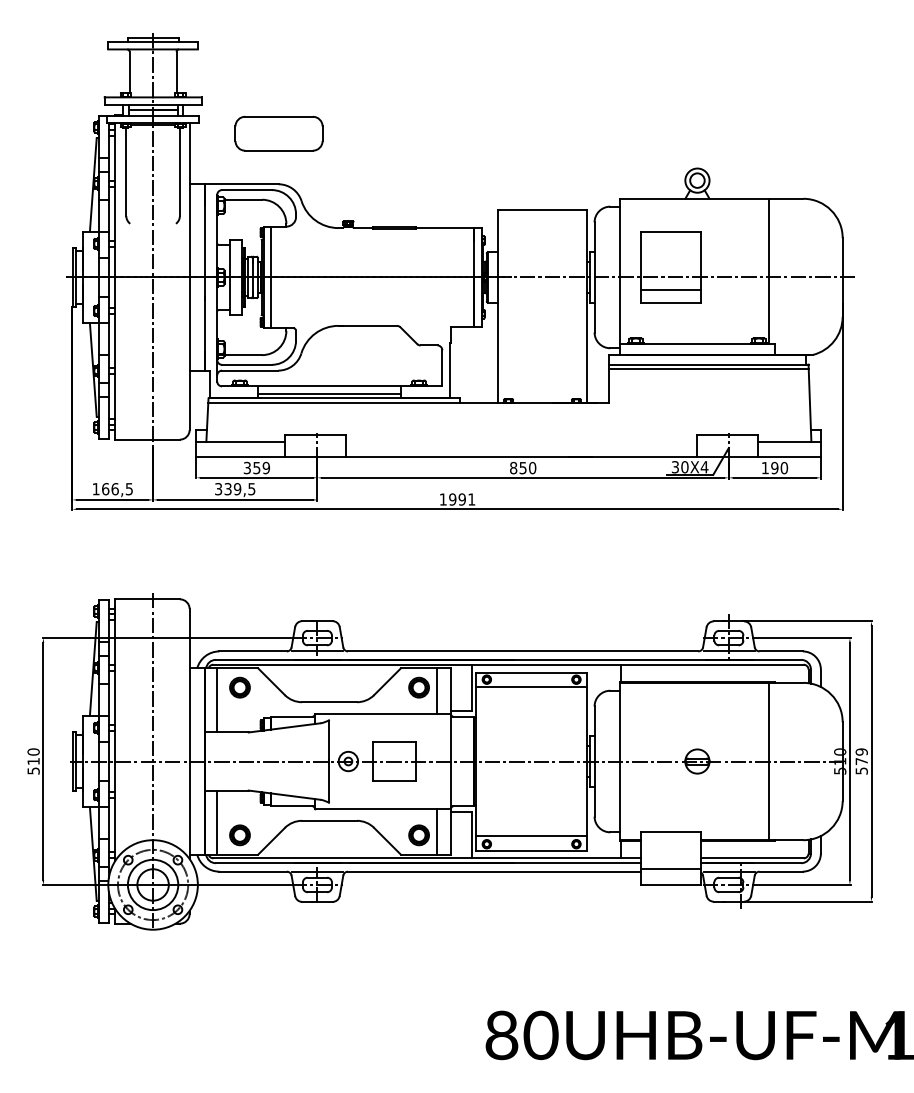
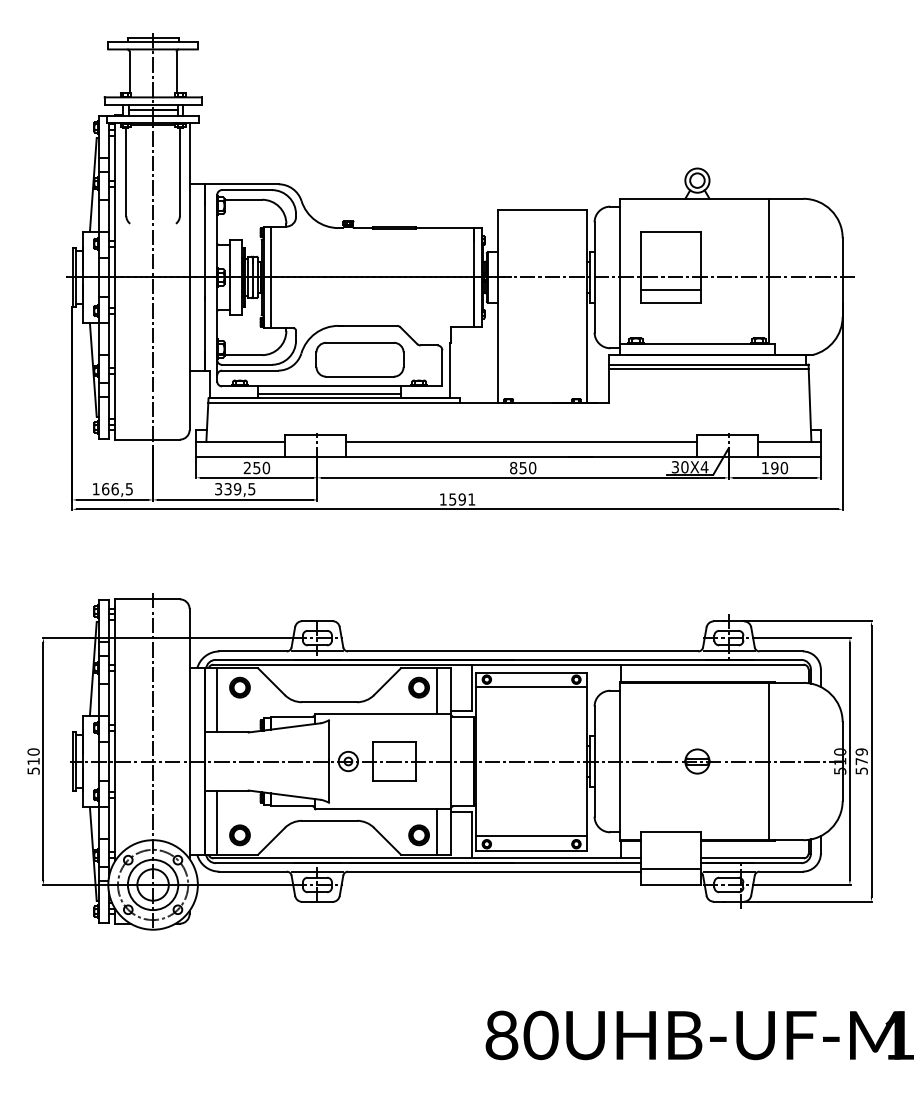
part at (278, 133) position: (278, 133) -> (359, 359)
line at (521, 442): none -> present
text at (256, 468): 359 -> 250
text at (452, 499): 1991 -> 1591
